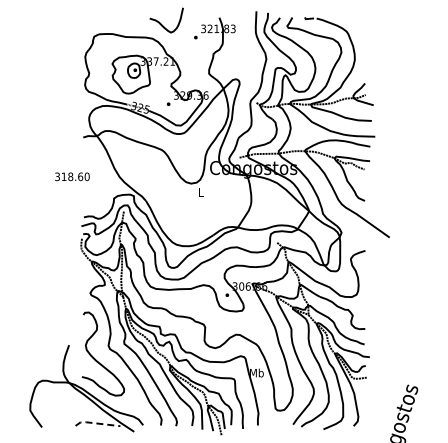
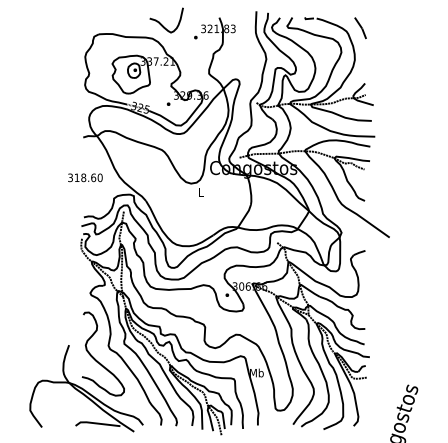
part at (360, 28): none -> present
text at (72, 176) position: (72, 176) -> (85, 177)
line at (96, 423): dashed -> solid
